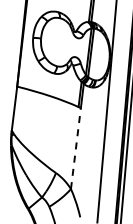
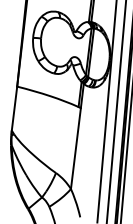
line at (116, 111): none -> present
line at (75, 148): dashed -> solid
